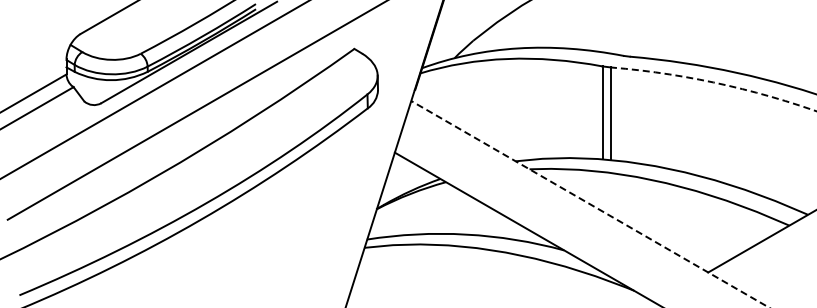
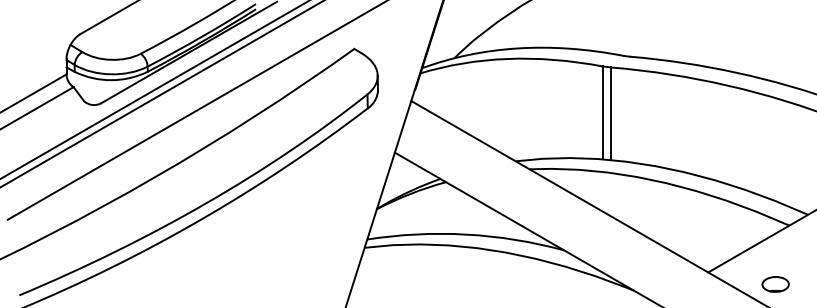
arc at (714, 82): dashed -> solid
line at (161, 94): none -> present
line at (590, 204): dashed -> solid
part at (775, 284): none -> present
